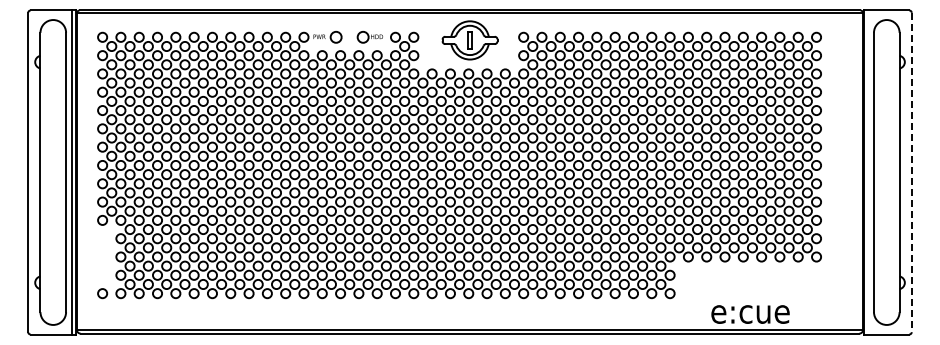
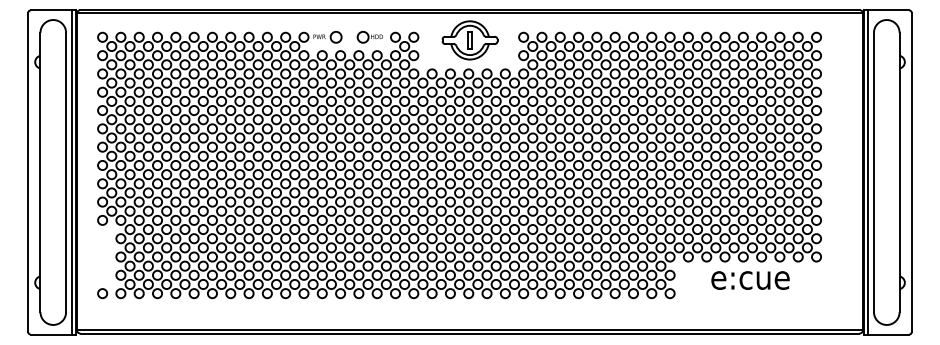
line at (867, 172): none -> present
line at (911, 172): dashed -> solid
text at (750, 314) position: (750, 314) -> (750, 280)
